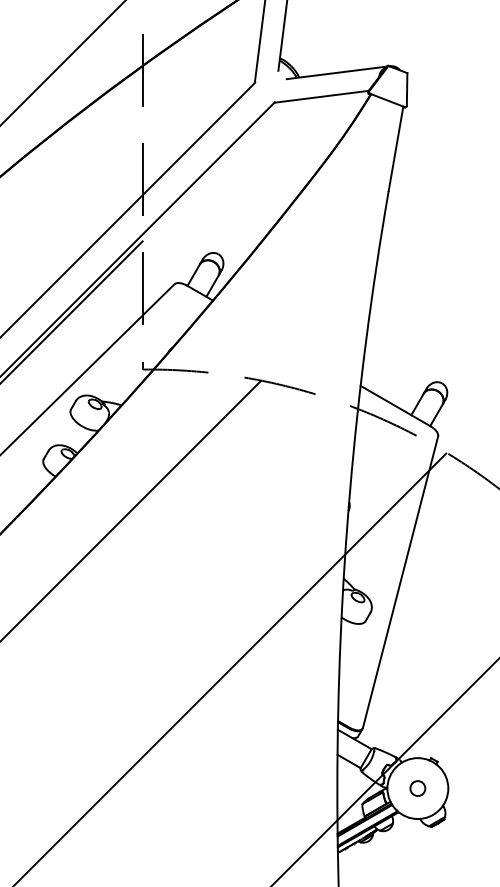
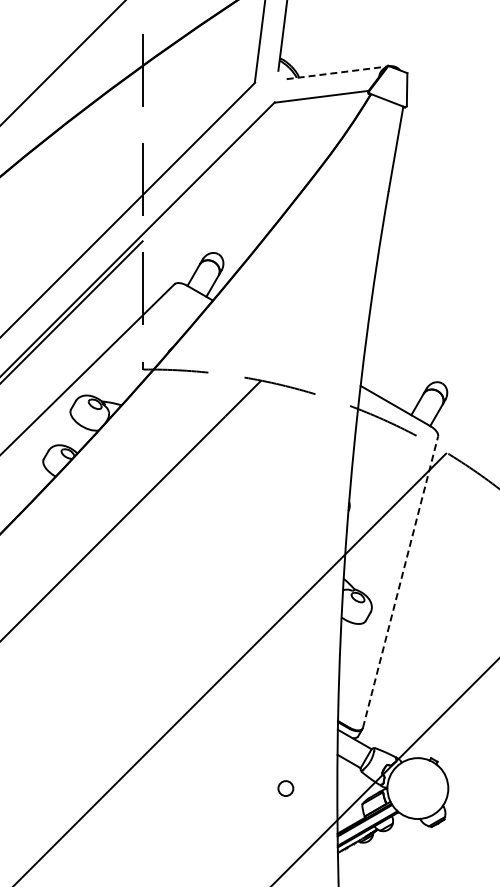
line at (336, 72): solid -> dashed
line at (400, 582): solid -> dashed
circle at (417, 788) position: (417, 788) -> (285, 788)
